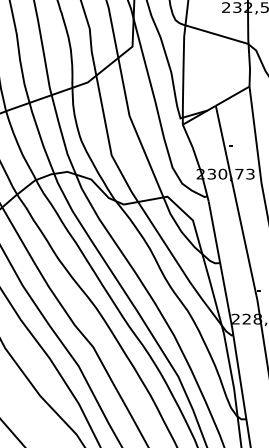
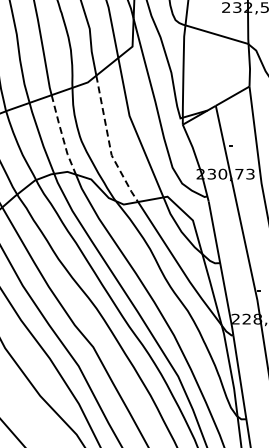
line at (62, 136): solid -> dashed
line at (109, 143): solid -> dashed
